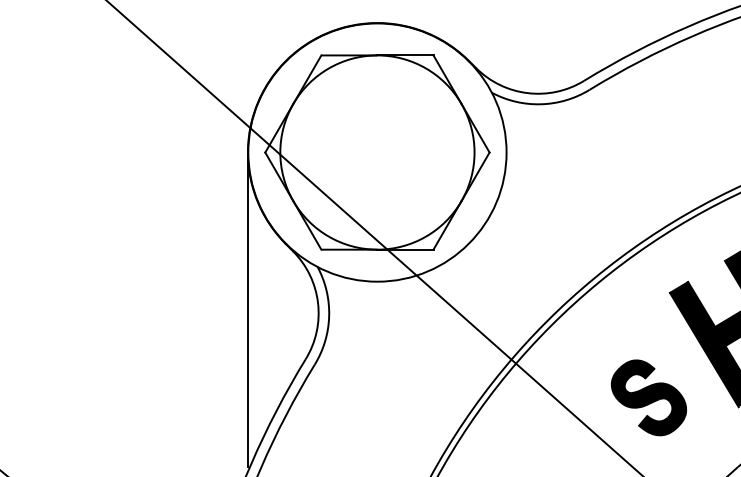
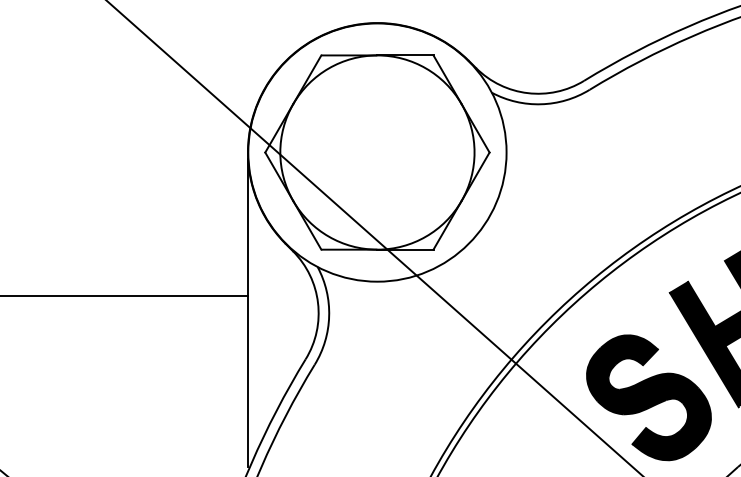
line at (125, 296): none -> present
part at (649, 397) size: 77x78 px -> 126x128 px
